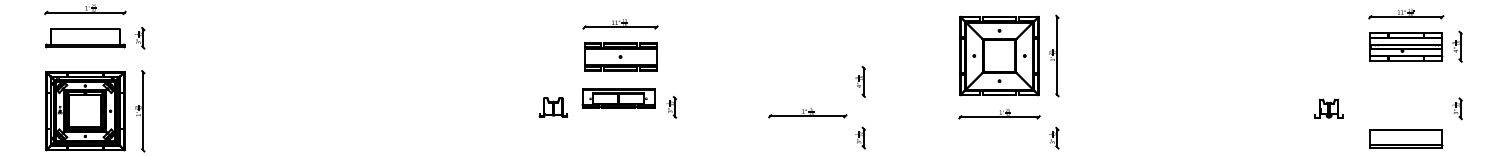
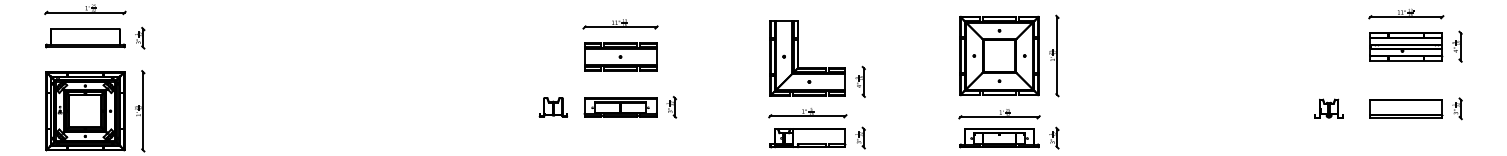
part at (798, 58): none -> present
part at (618, 98) position: (618, 98) -> (620, 107)
part at (807, 138): none -> present
part at (999, 138): none -> present
part at (1406, 138) position: (1406, 138) -> (1406, 108)
